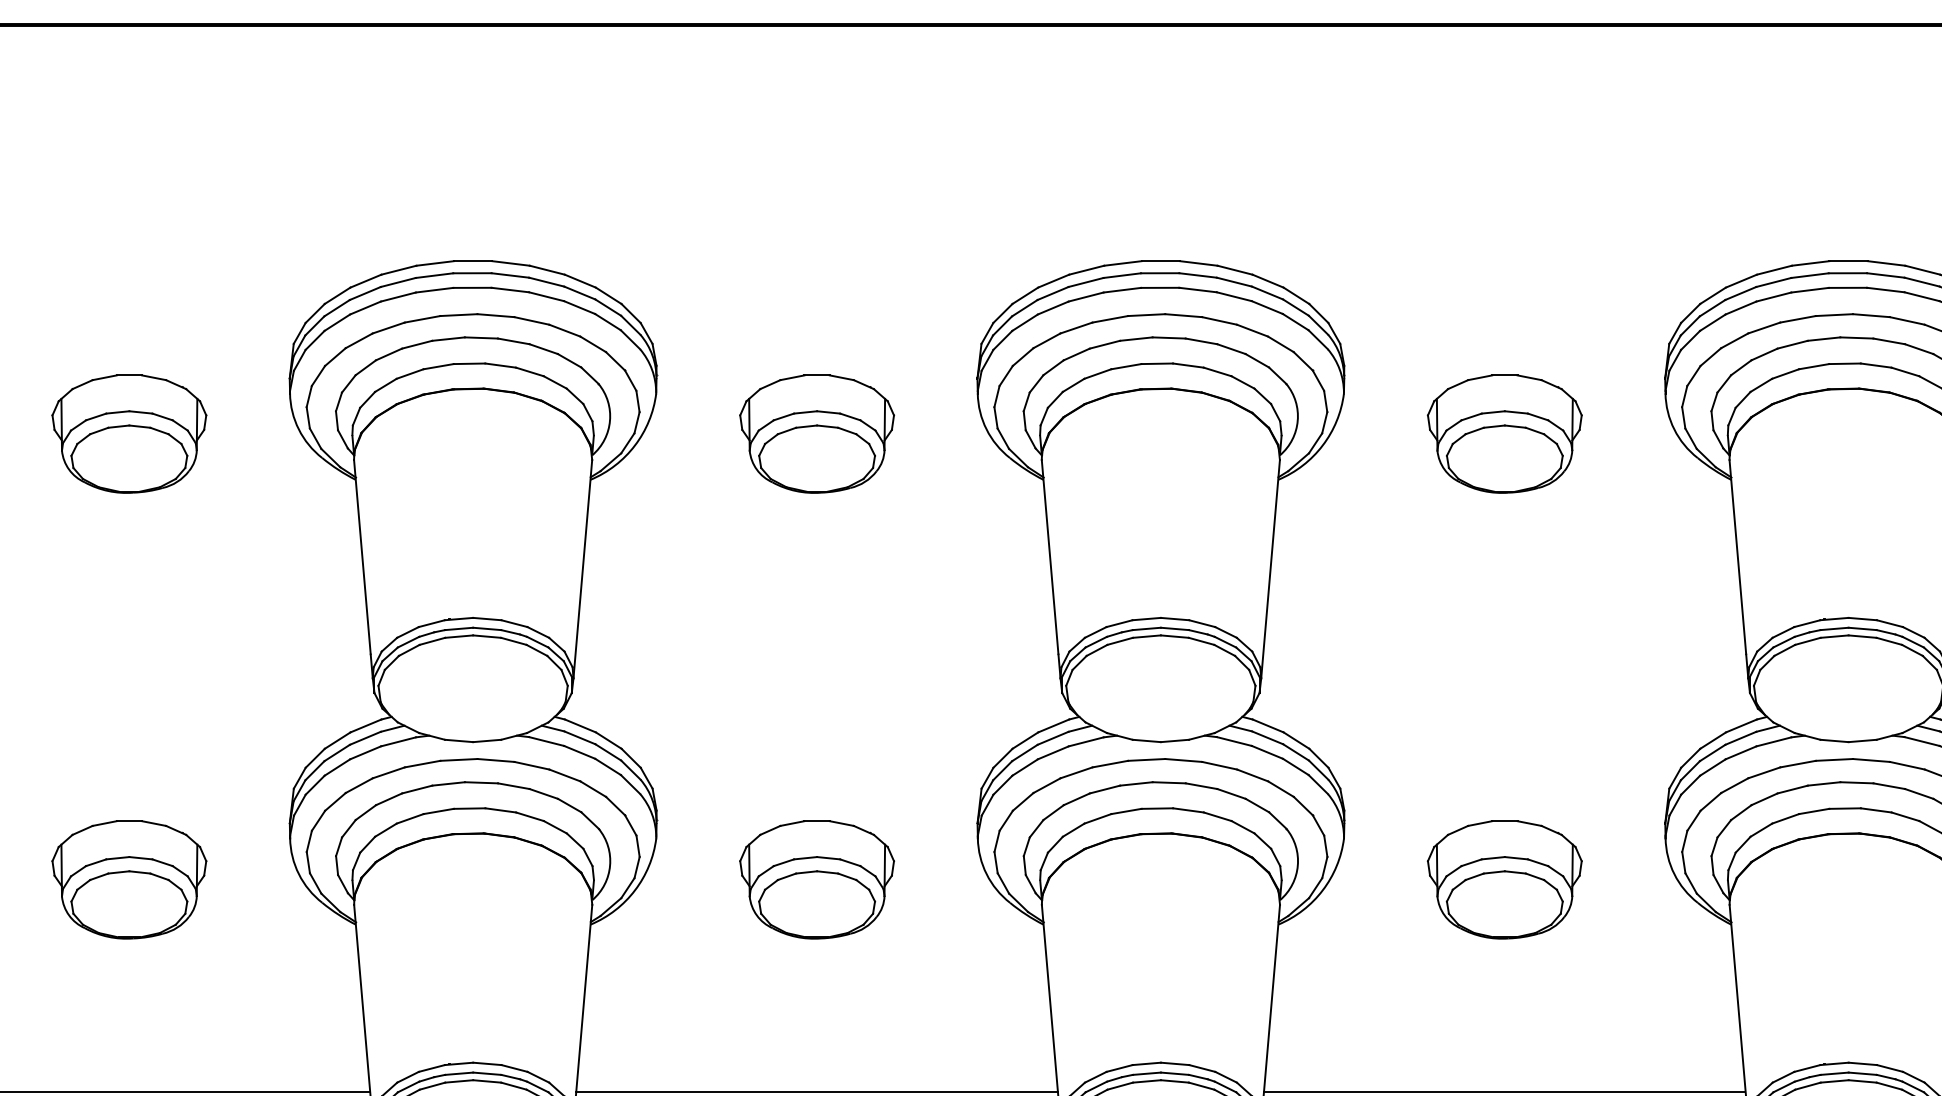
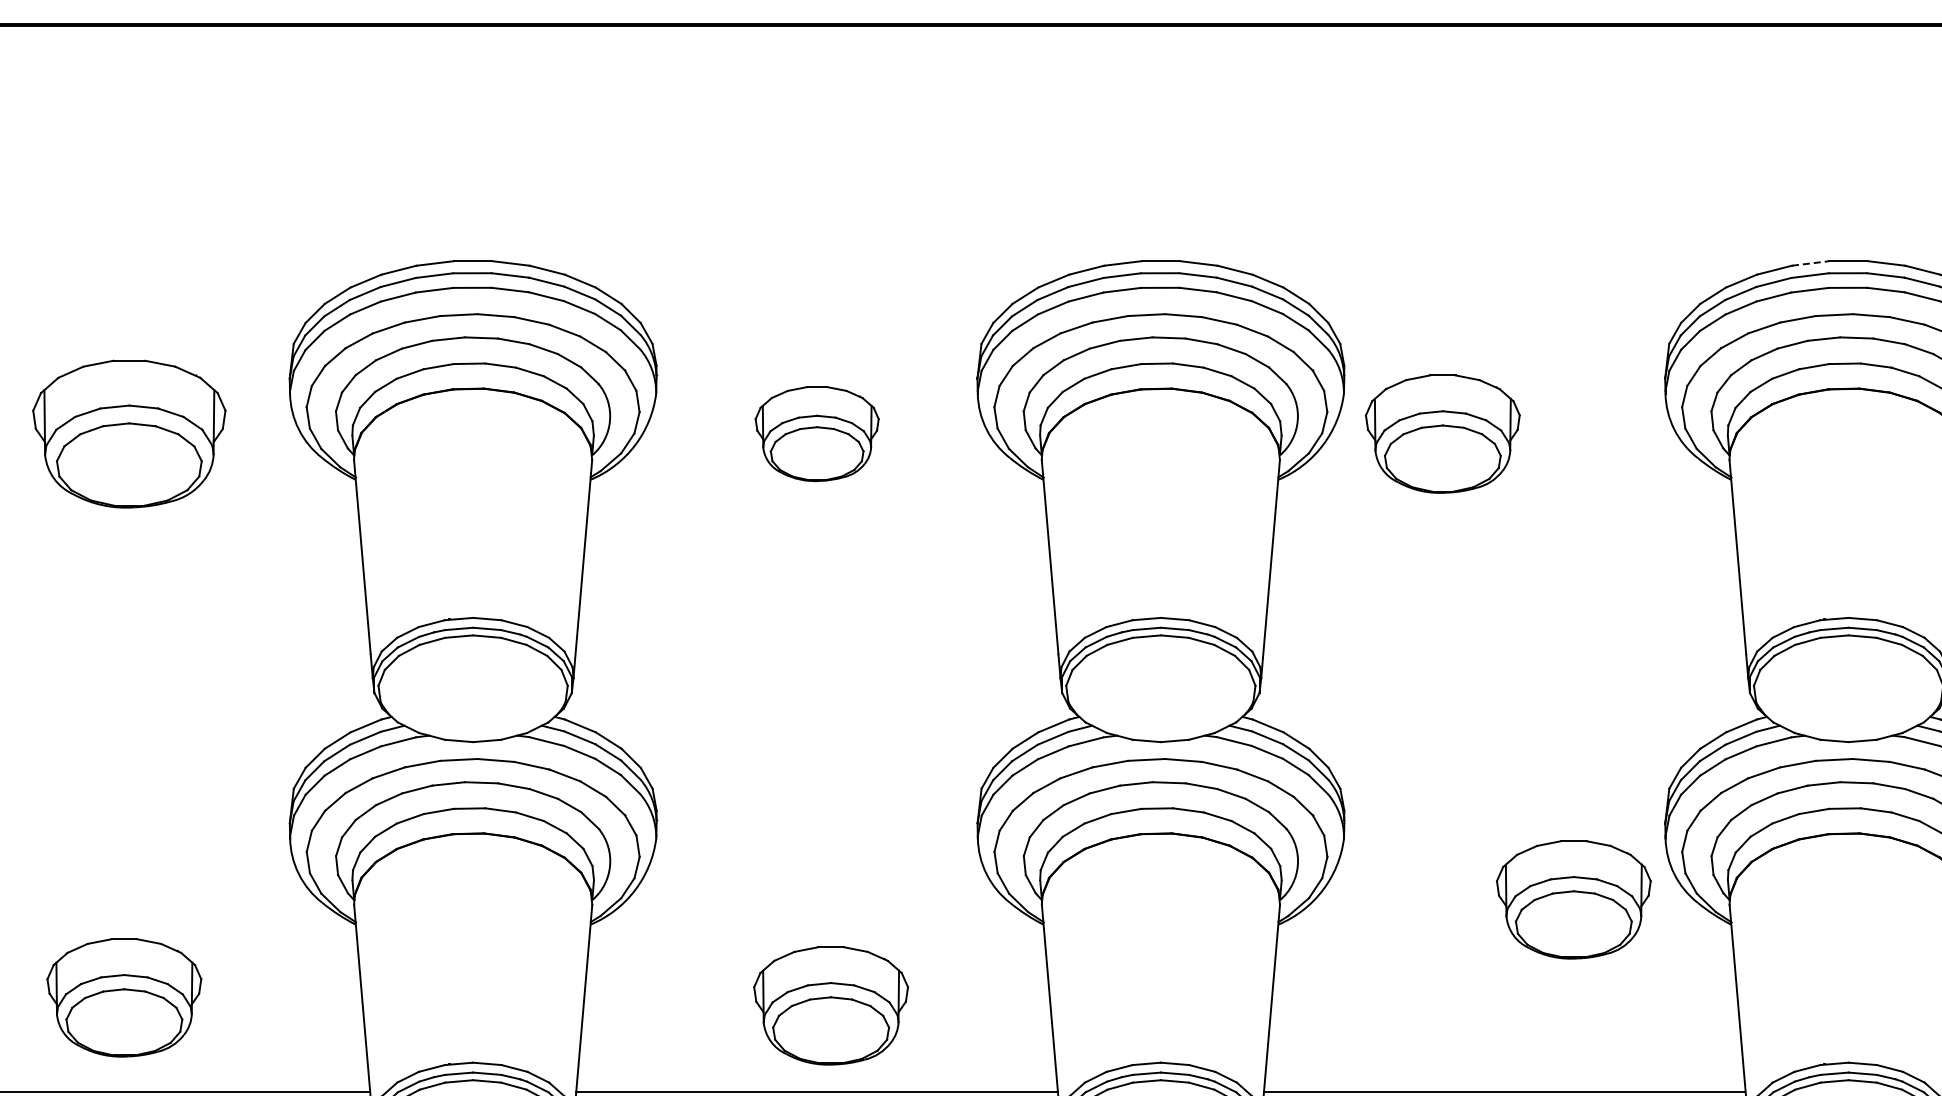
line at (1810, 263): solid -> dashed
part at (129, 433) size: 157x120 px -> 195x150 px
part at (817, 433) size: 157x120 px -> 126x97 px
part at (1504, 433) position: (1504, 433) -> (1442, 433)
part at (129, 879) position: (129, 879) -> (124, 997)
part at (816, 879) position: (816, 879) -> (830, 1005)
part at (1504, 879) position: (1504, 879) -> (1573, 899)
